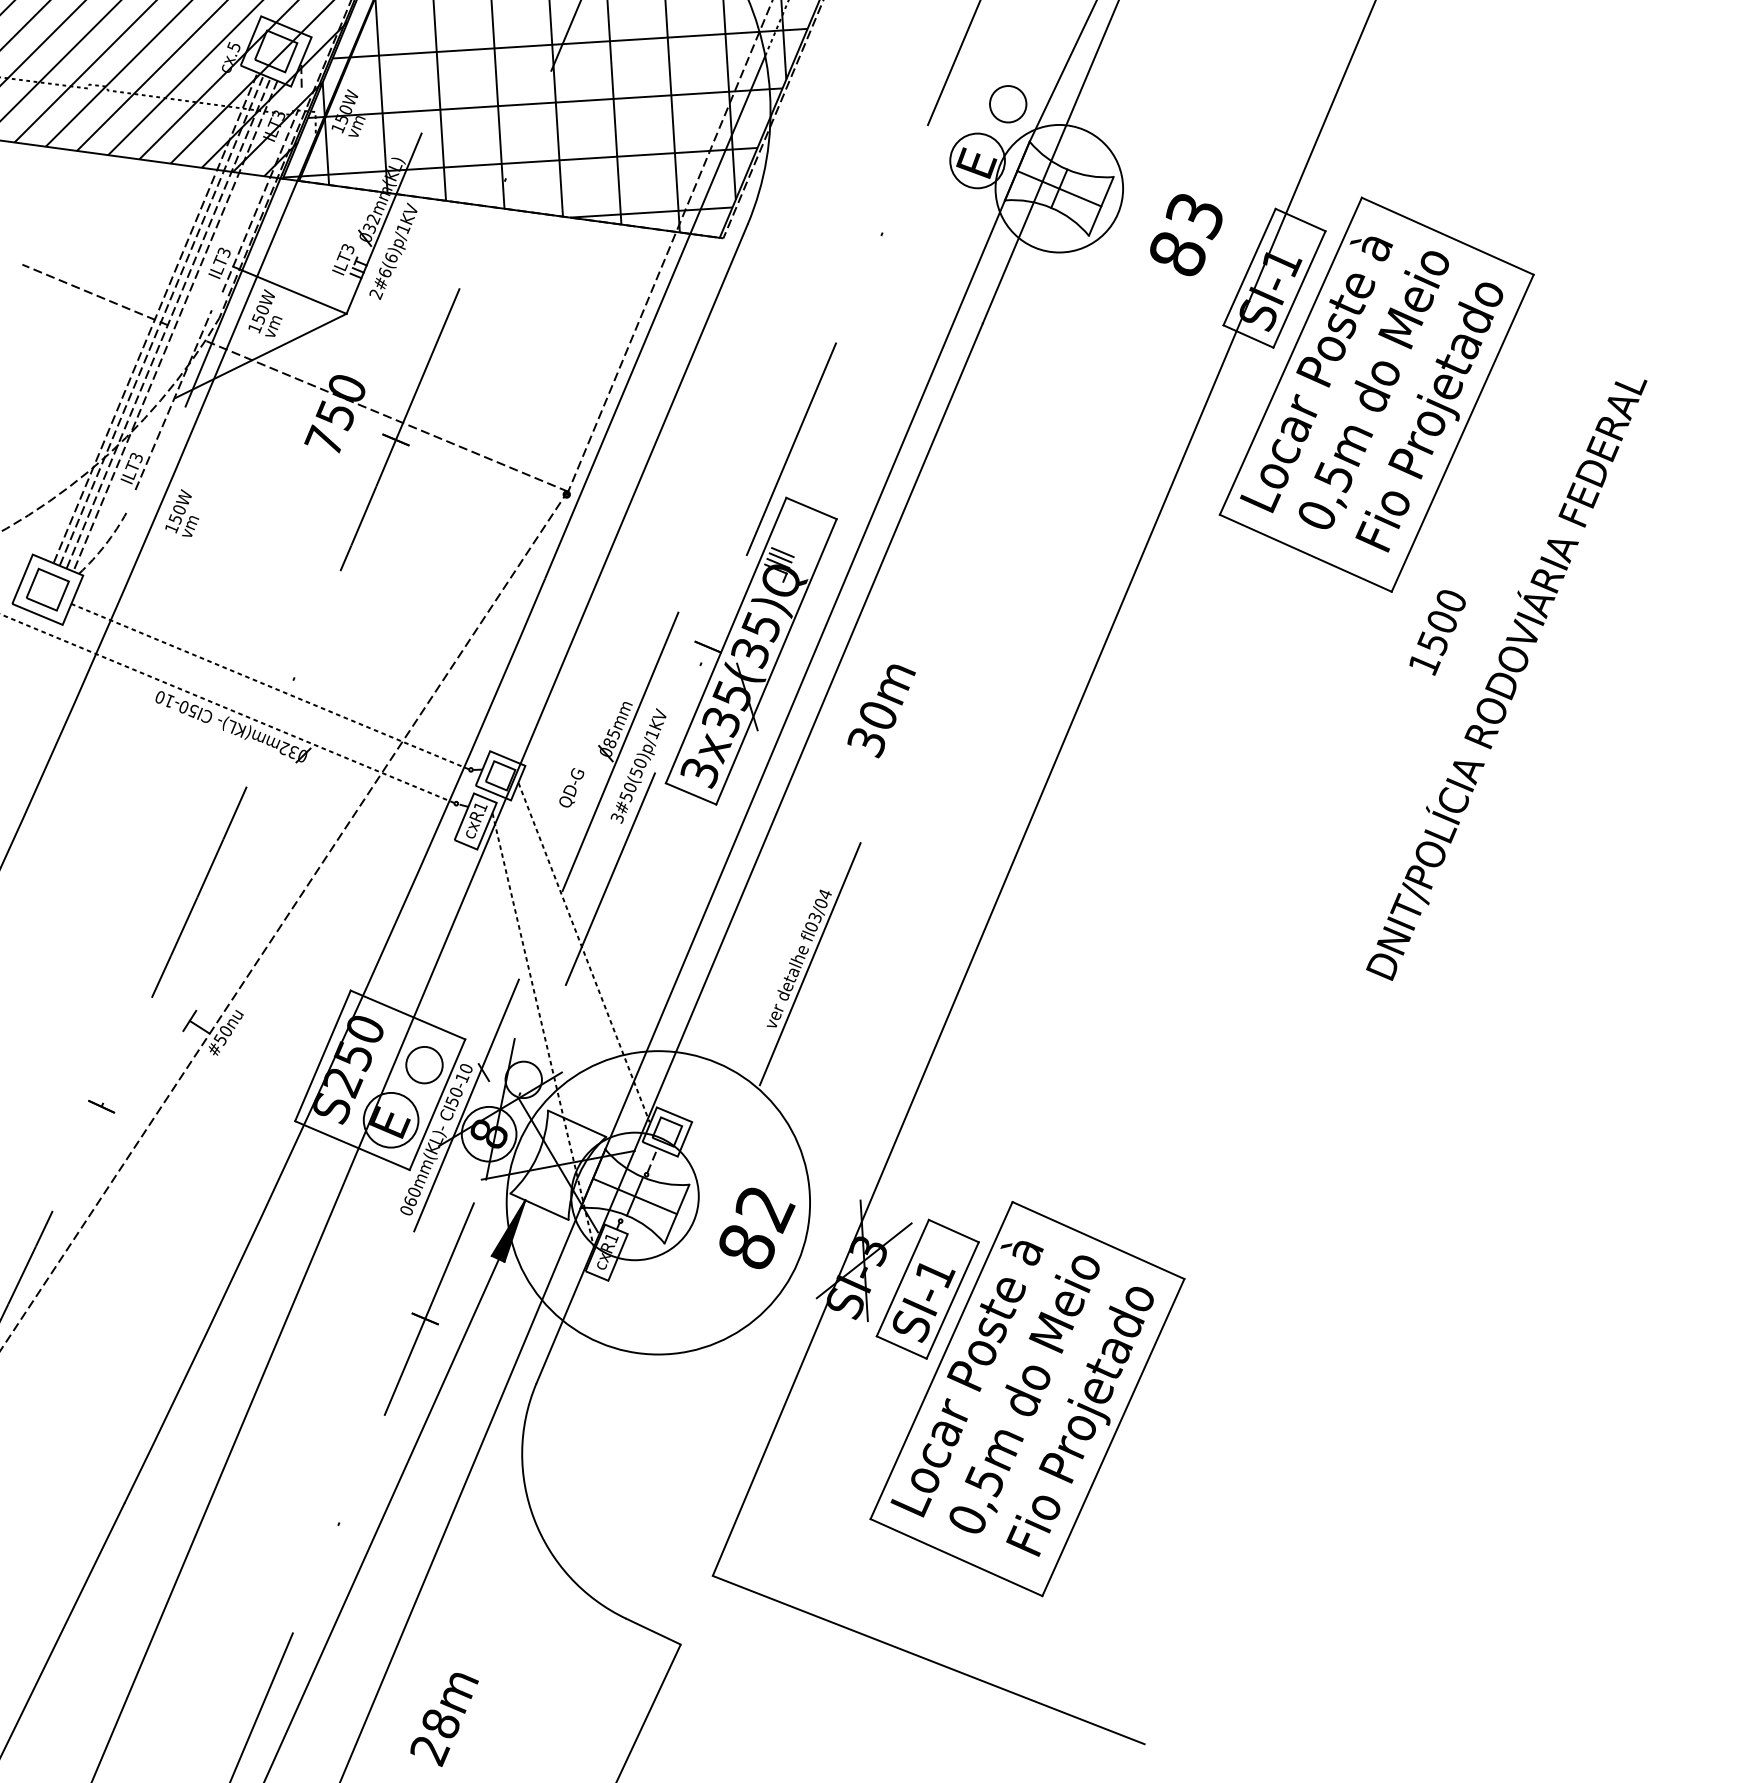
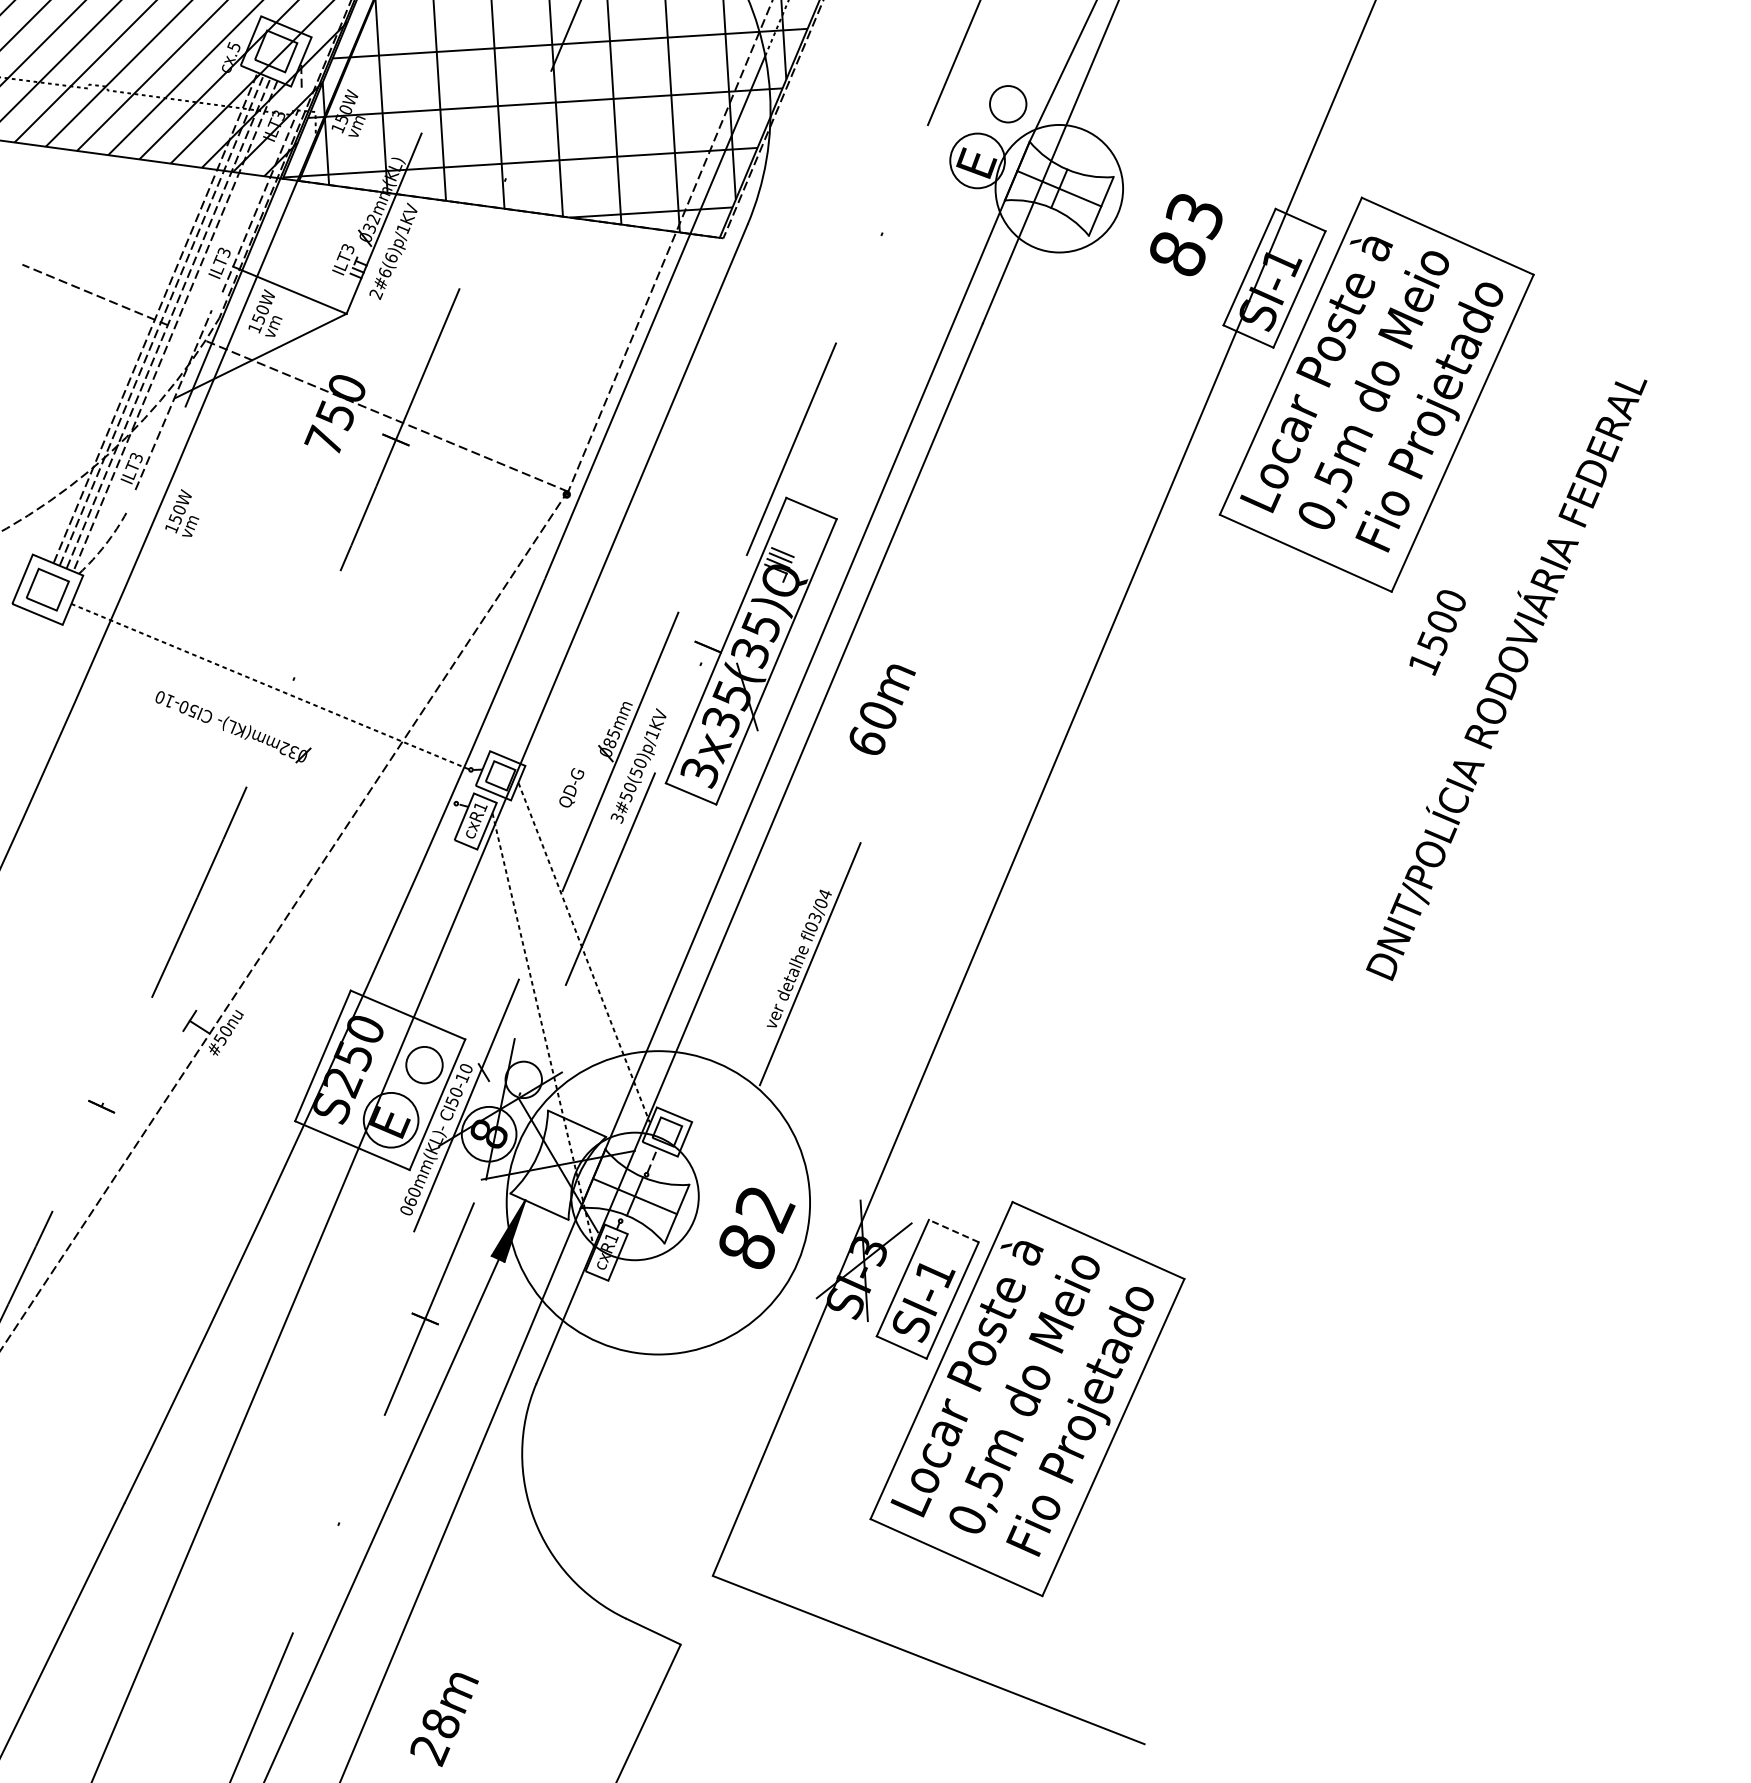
line at (228, 709): present -> none
text at (866, 742): 30m -> 60m
line at (953, 1230): solid -> dashed
